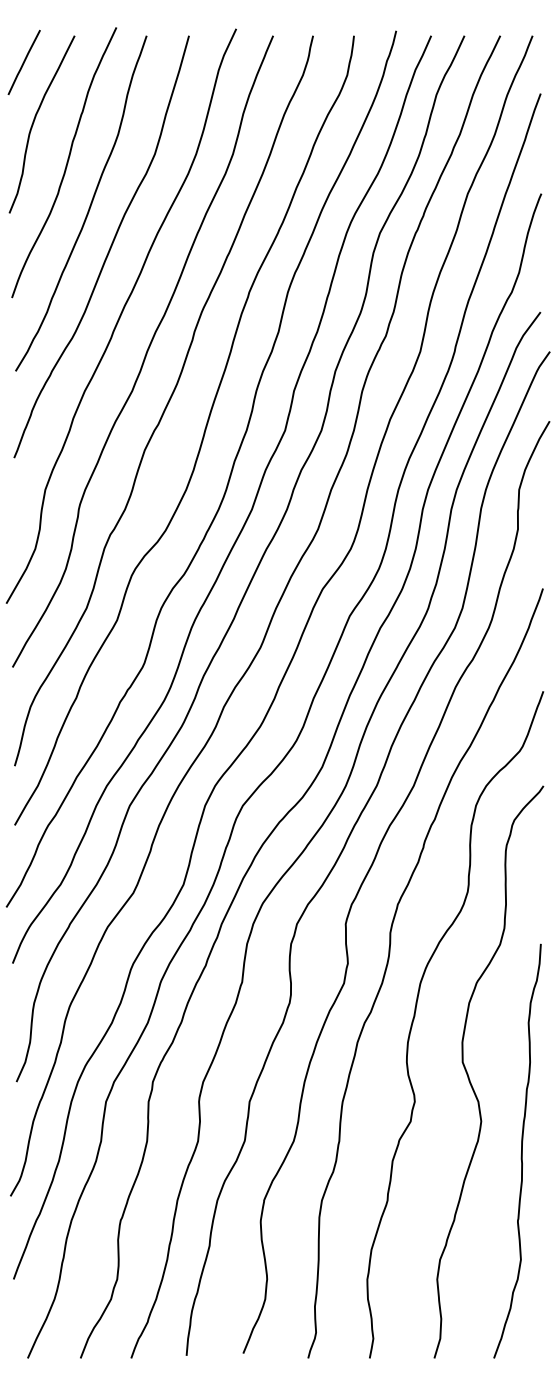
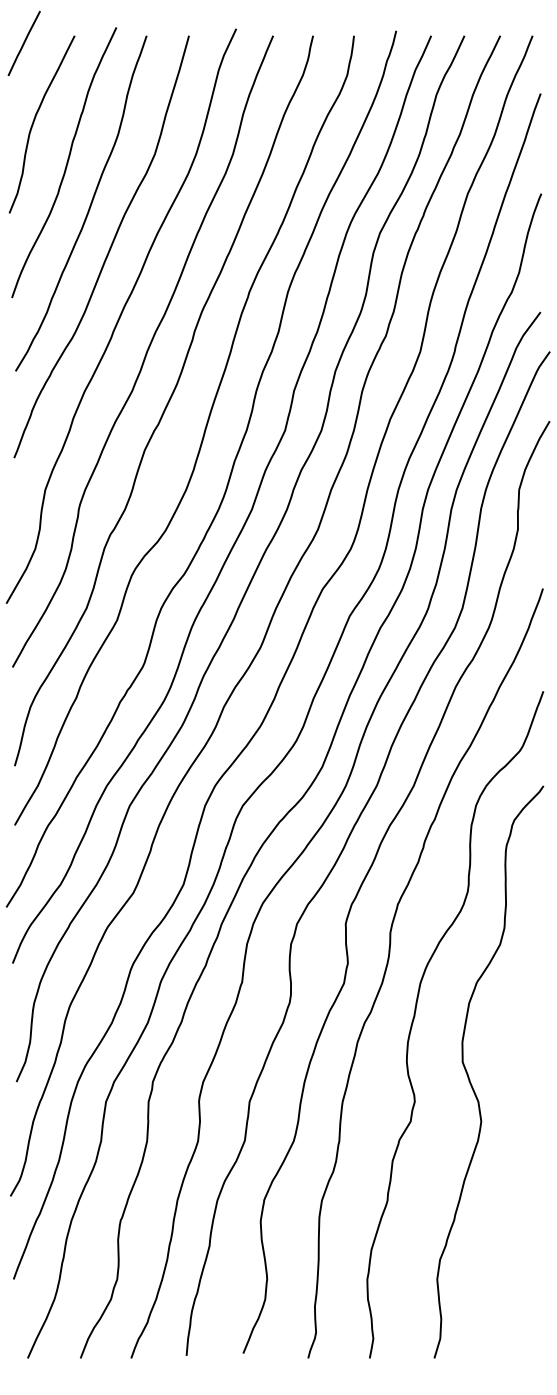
line at (23, 61) position: (23, 61) -> (23, 42)
curve at (521, 1150): present -> none
